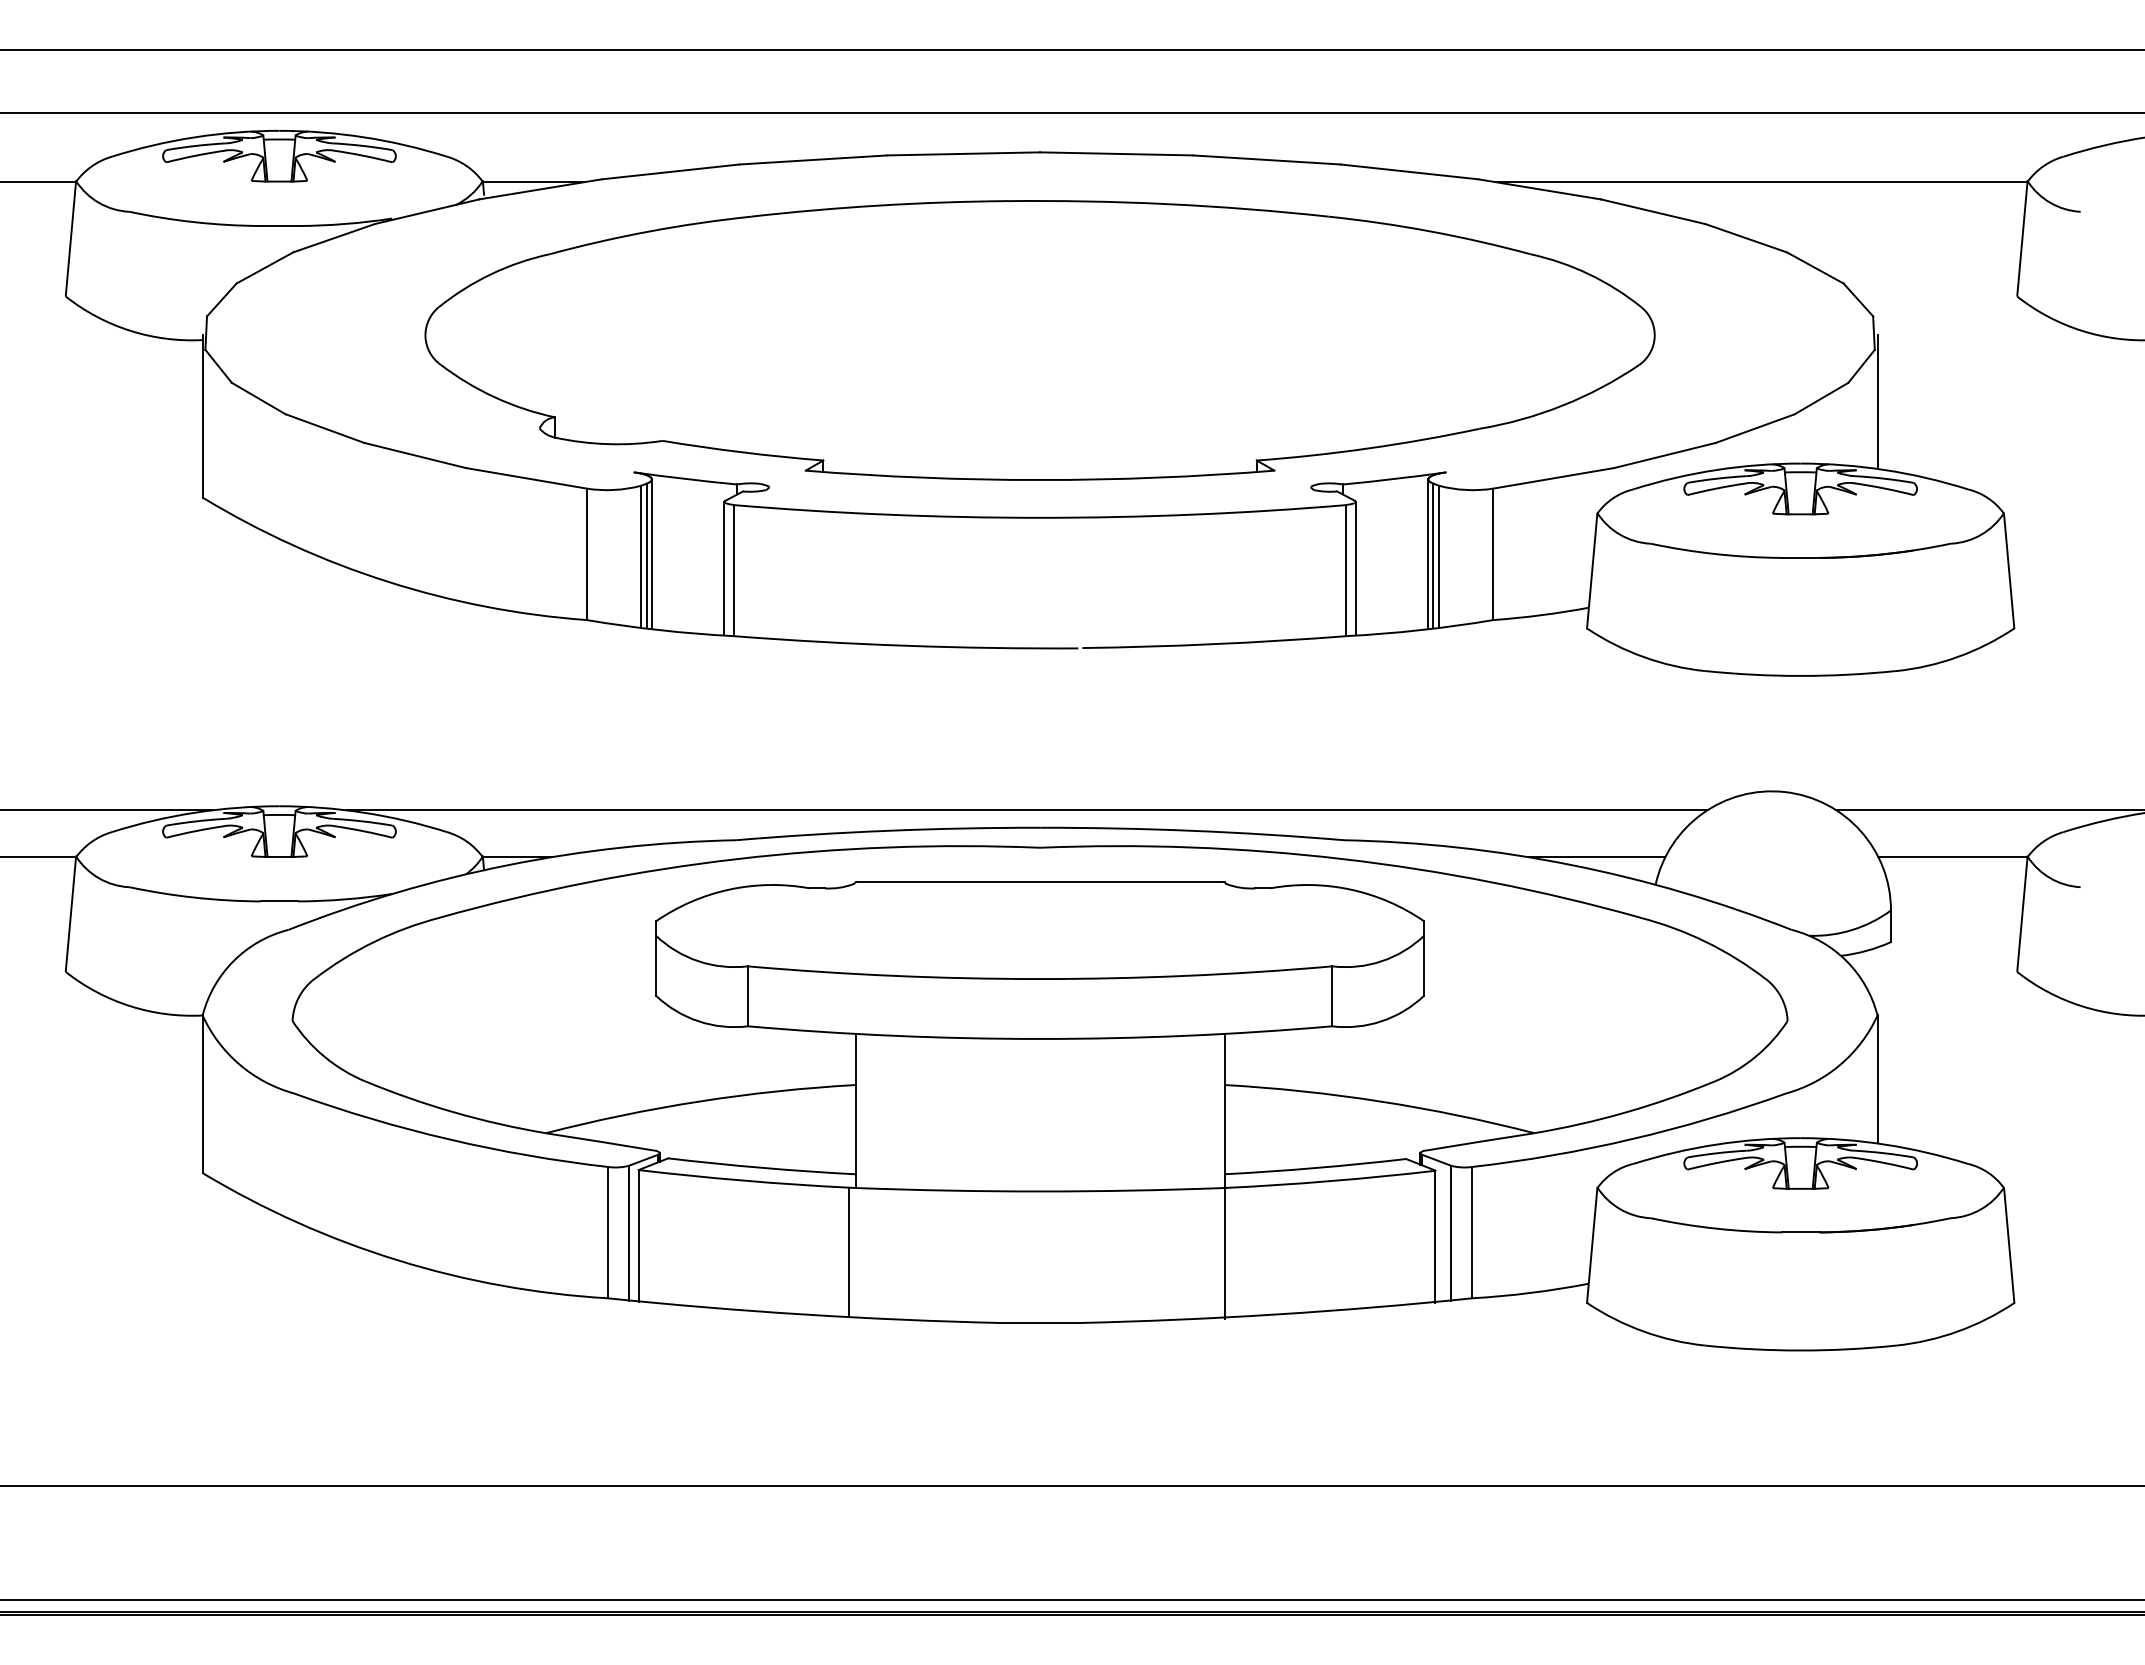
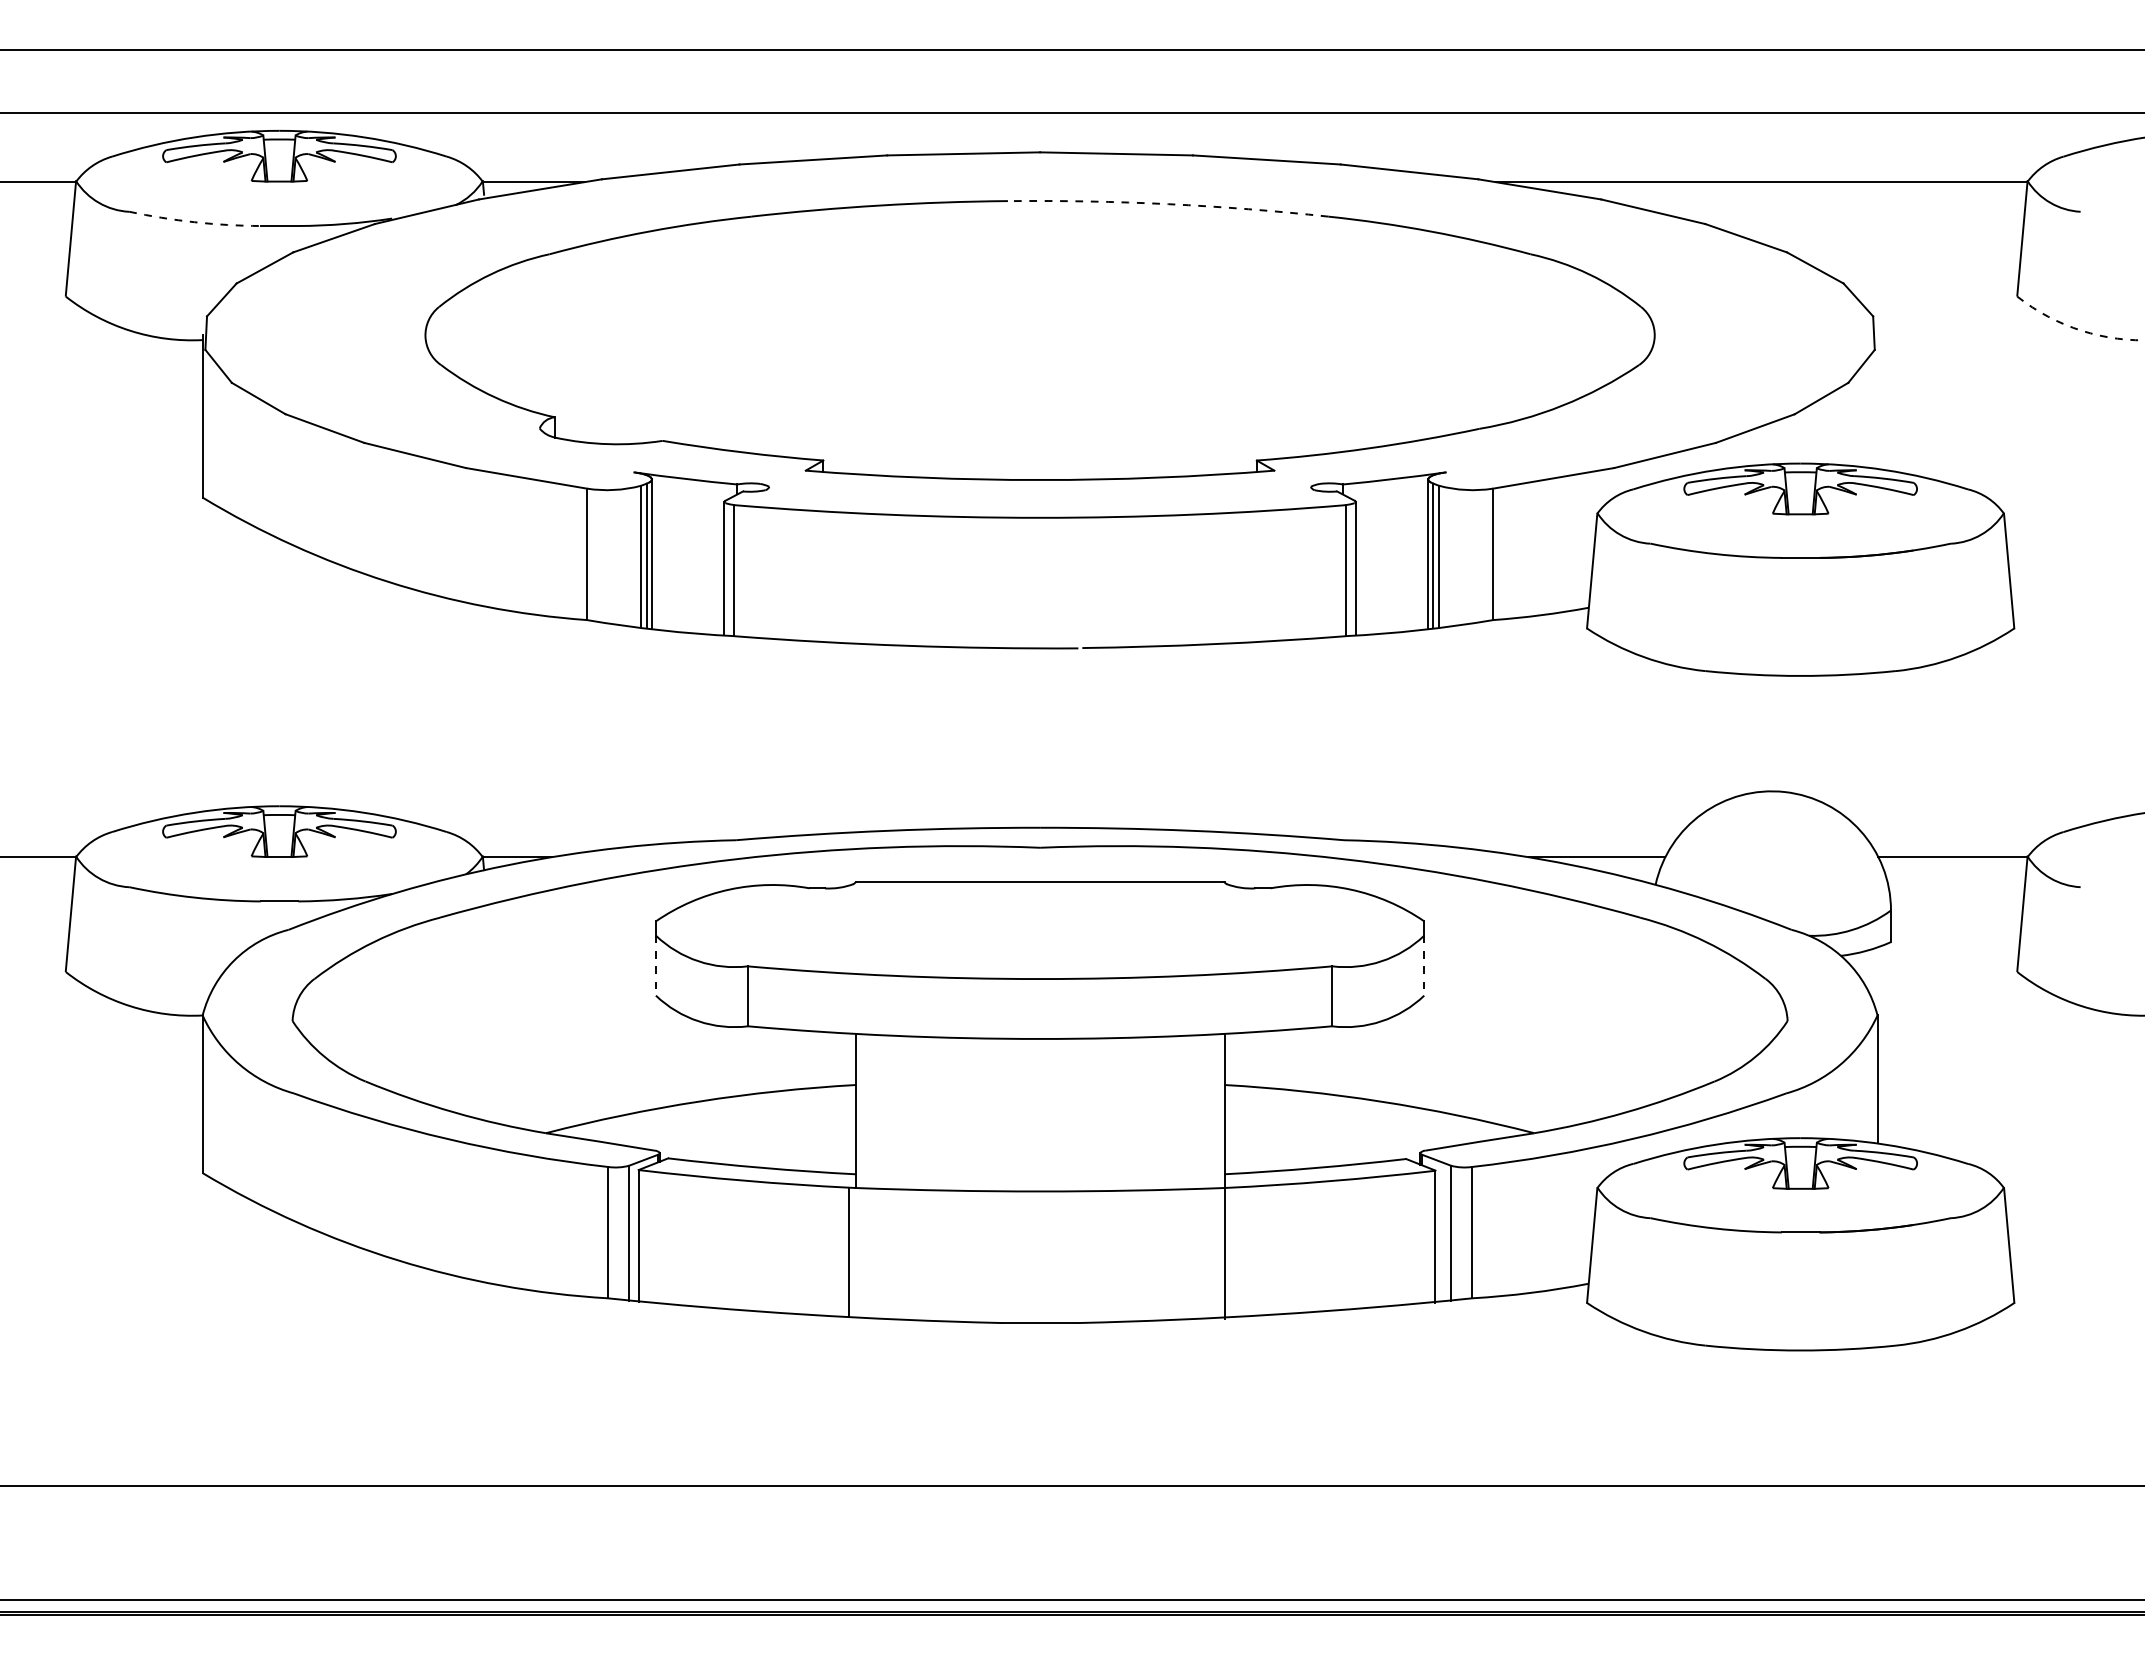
arc at (1168, 204): solid -> dashed
arc at (194, 222): solid -> dashed
arc at (2078, 329): solid -> dashed
line at (1877, 401): present -> none
line at (107, 810): present -> none
line at (1026, 810): present -> none
line at (1988, 810): present -> none
line at (655, 966): solid -> dashed
line at (1424, 966): solid -> dashed
